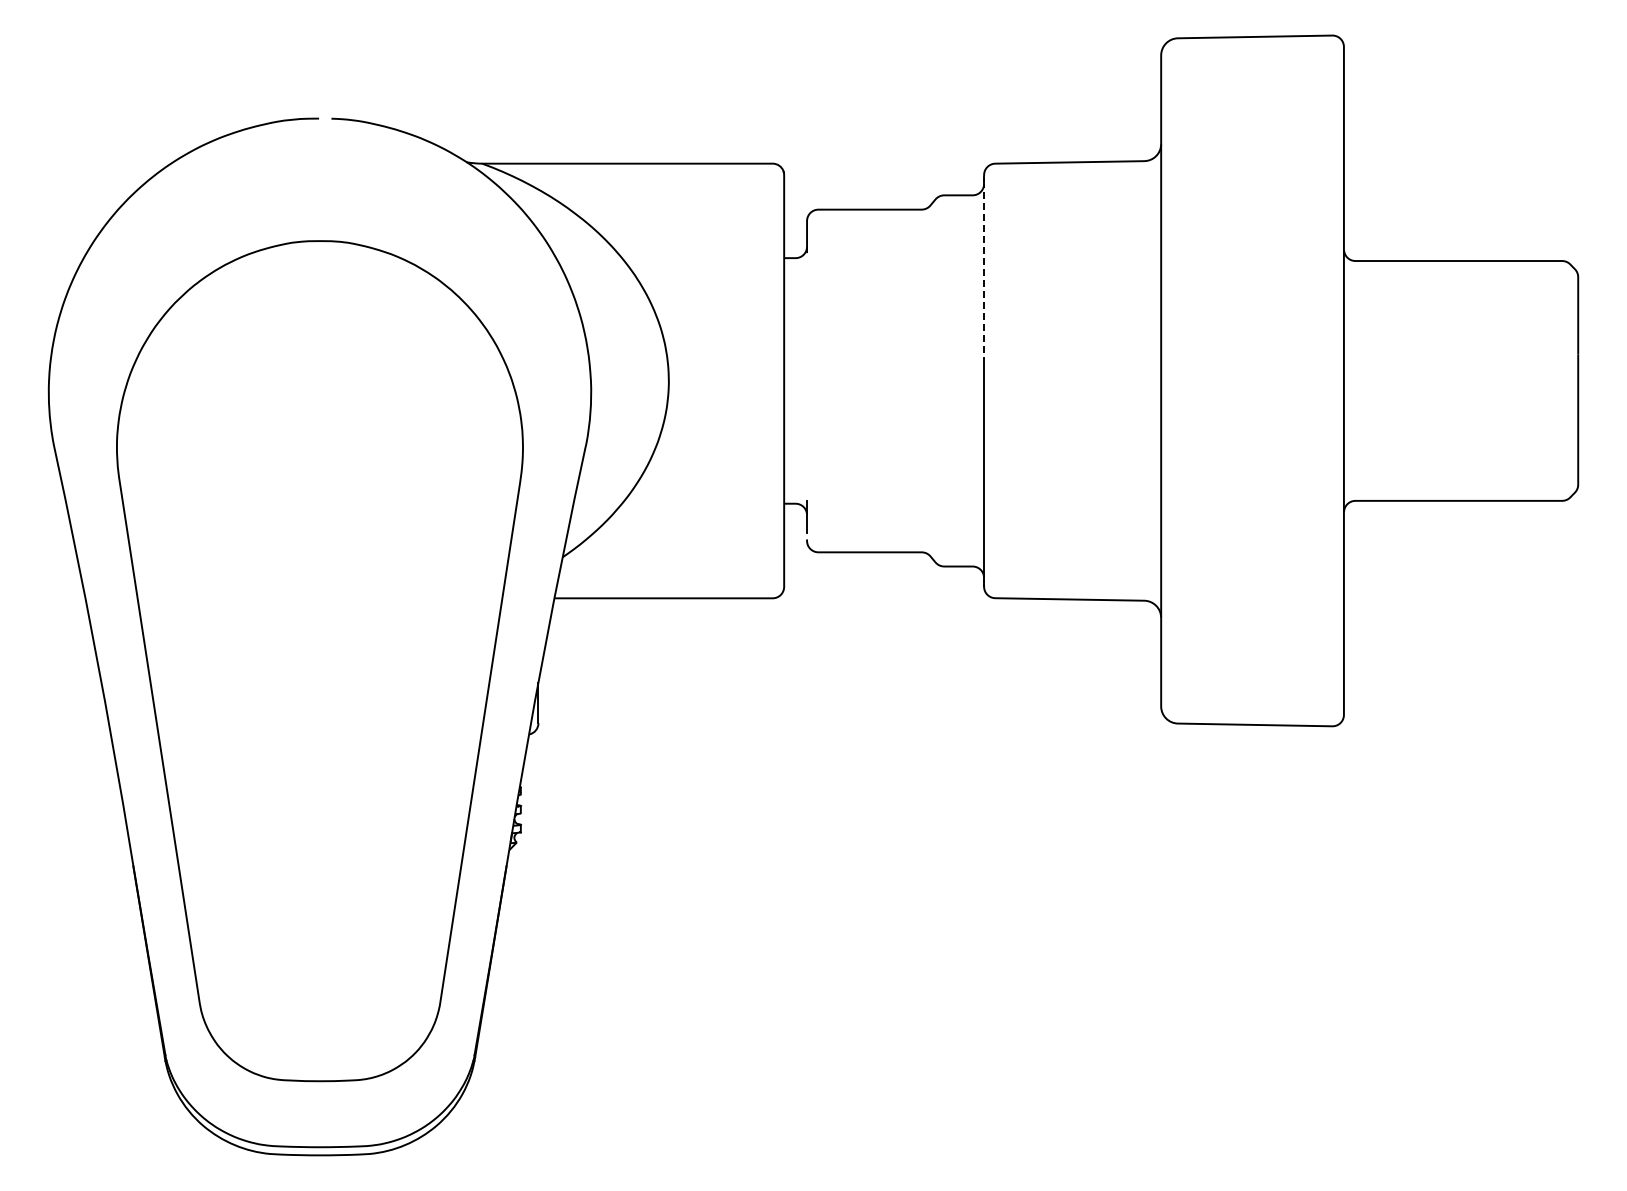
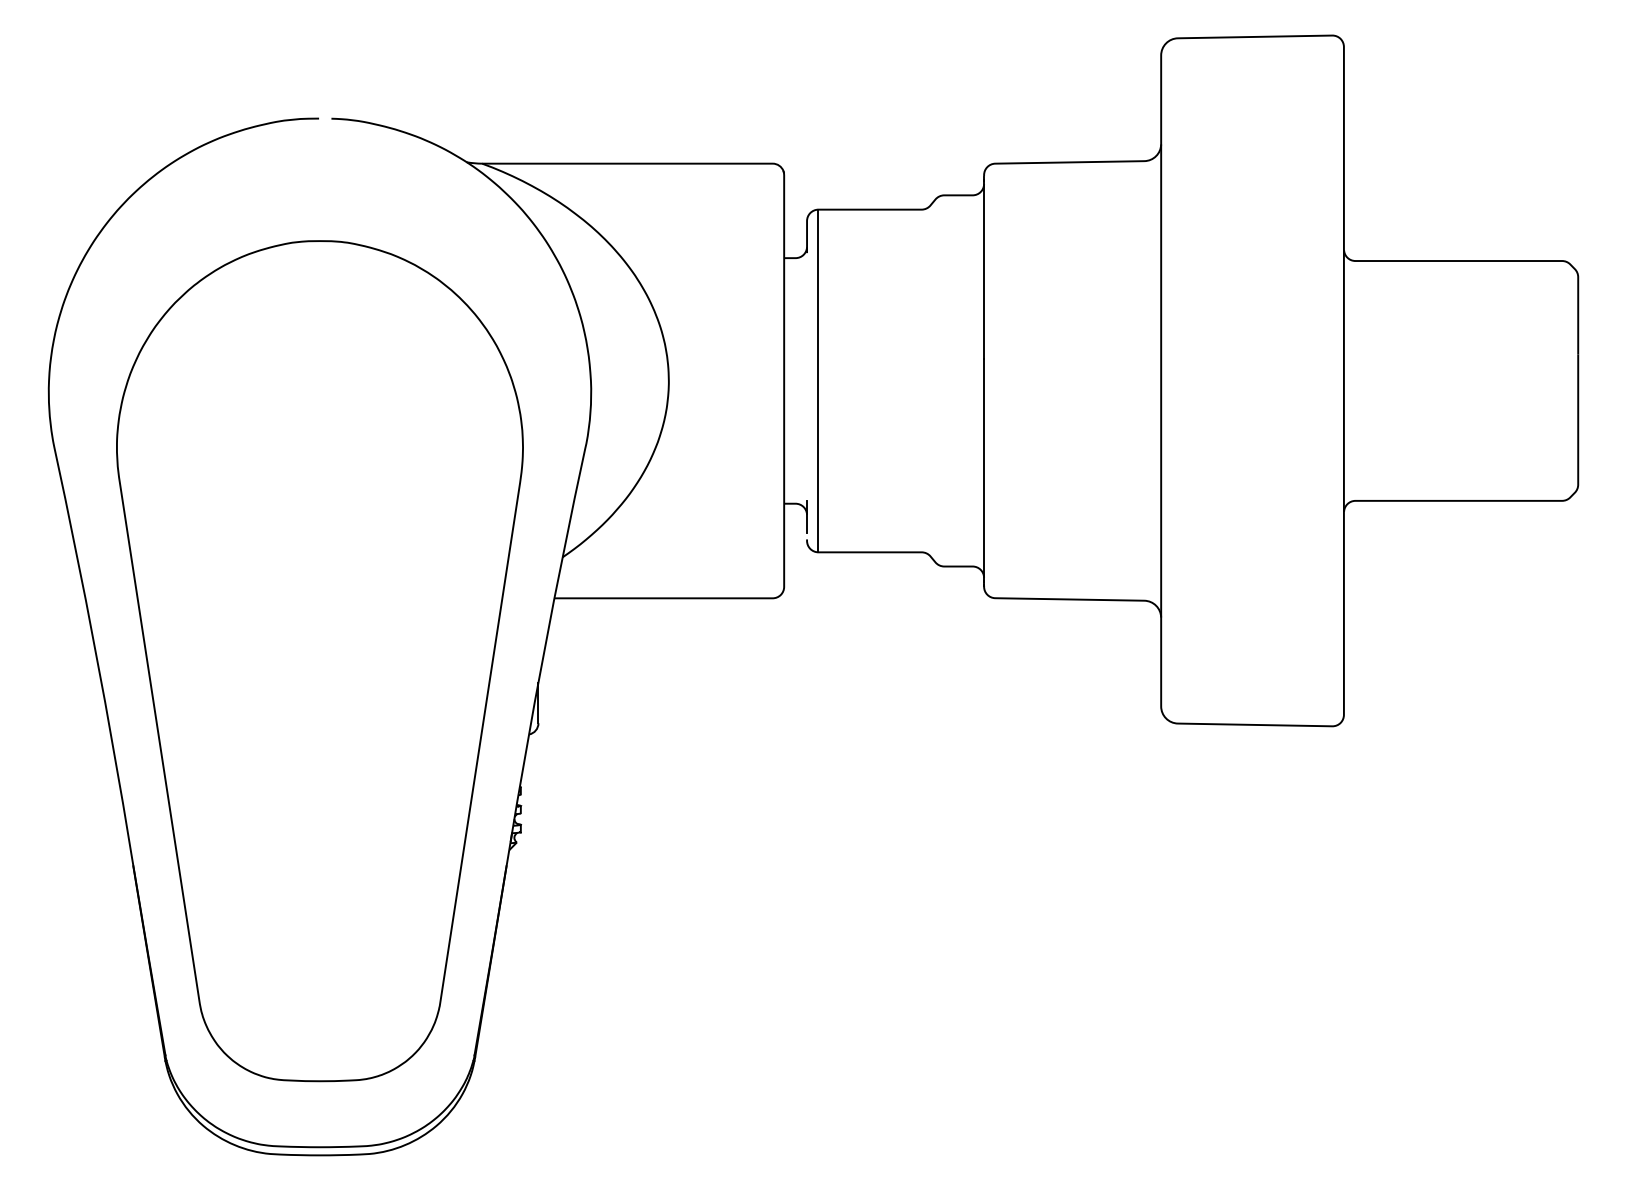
line at (984, 269): dashed -> solid
line at (818, 380): none -> present
